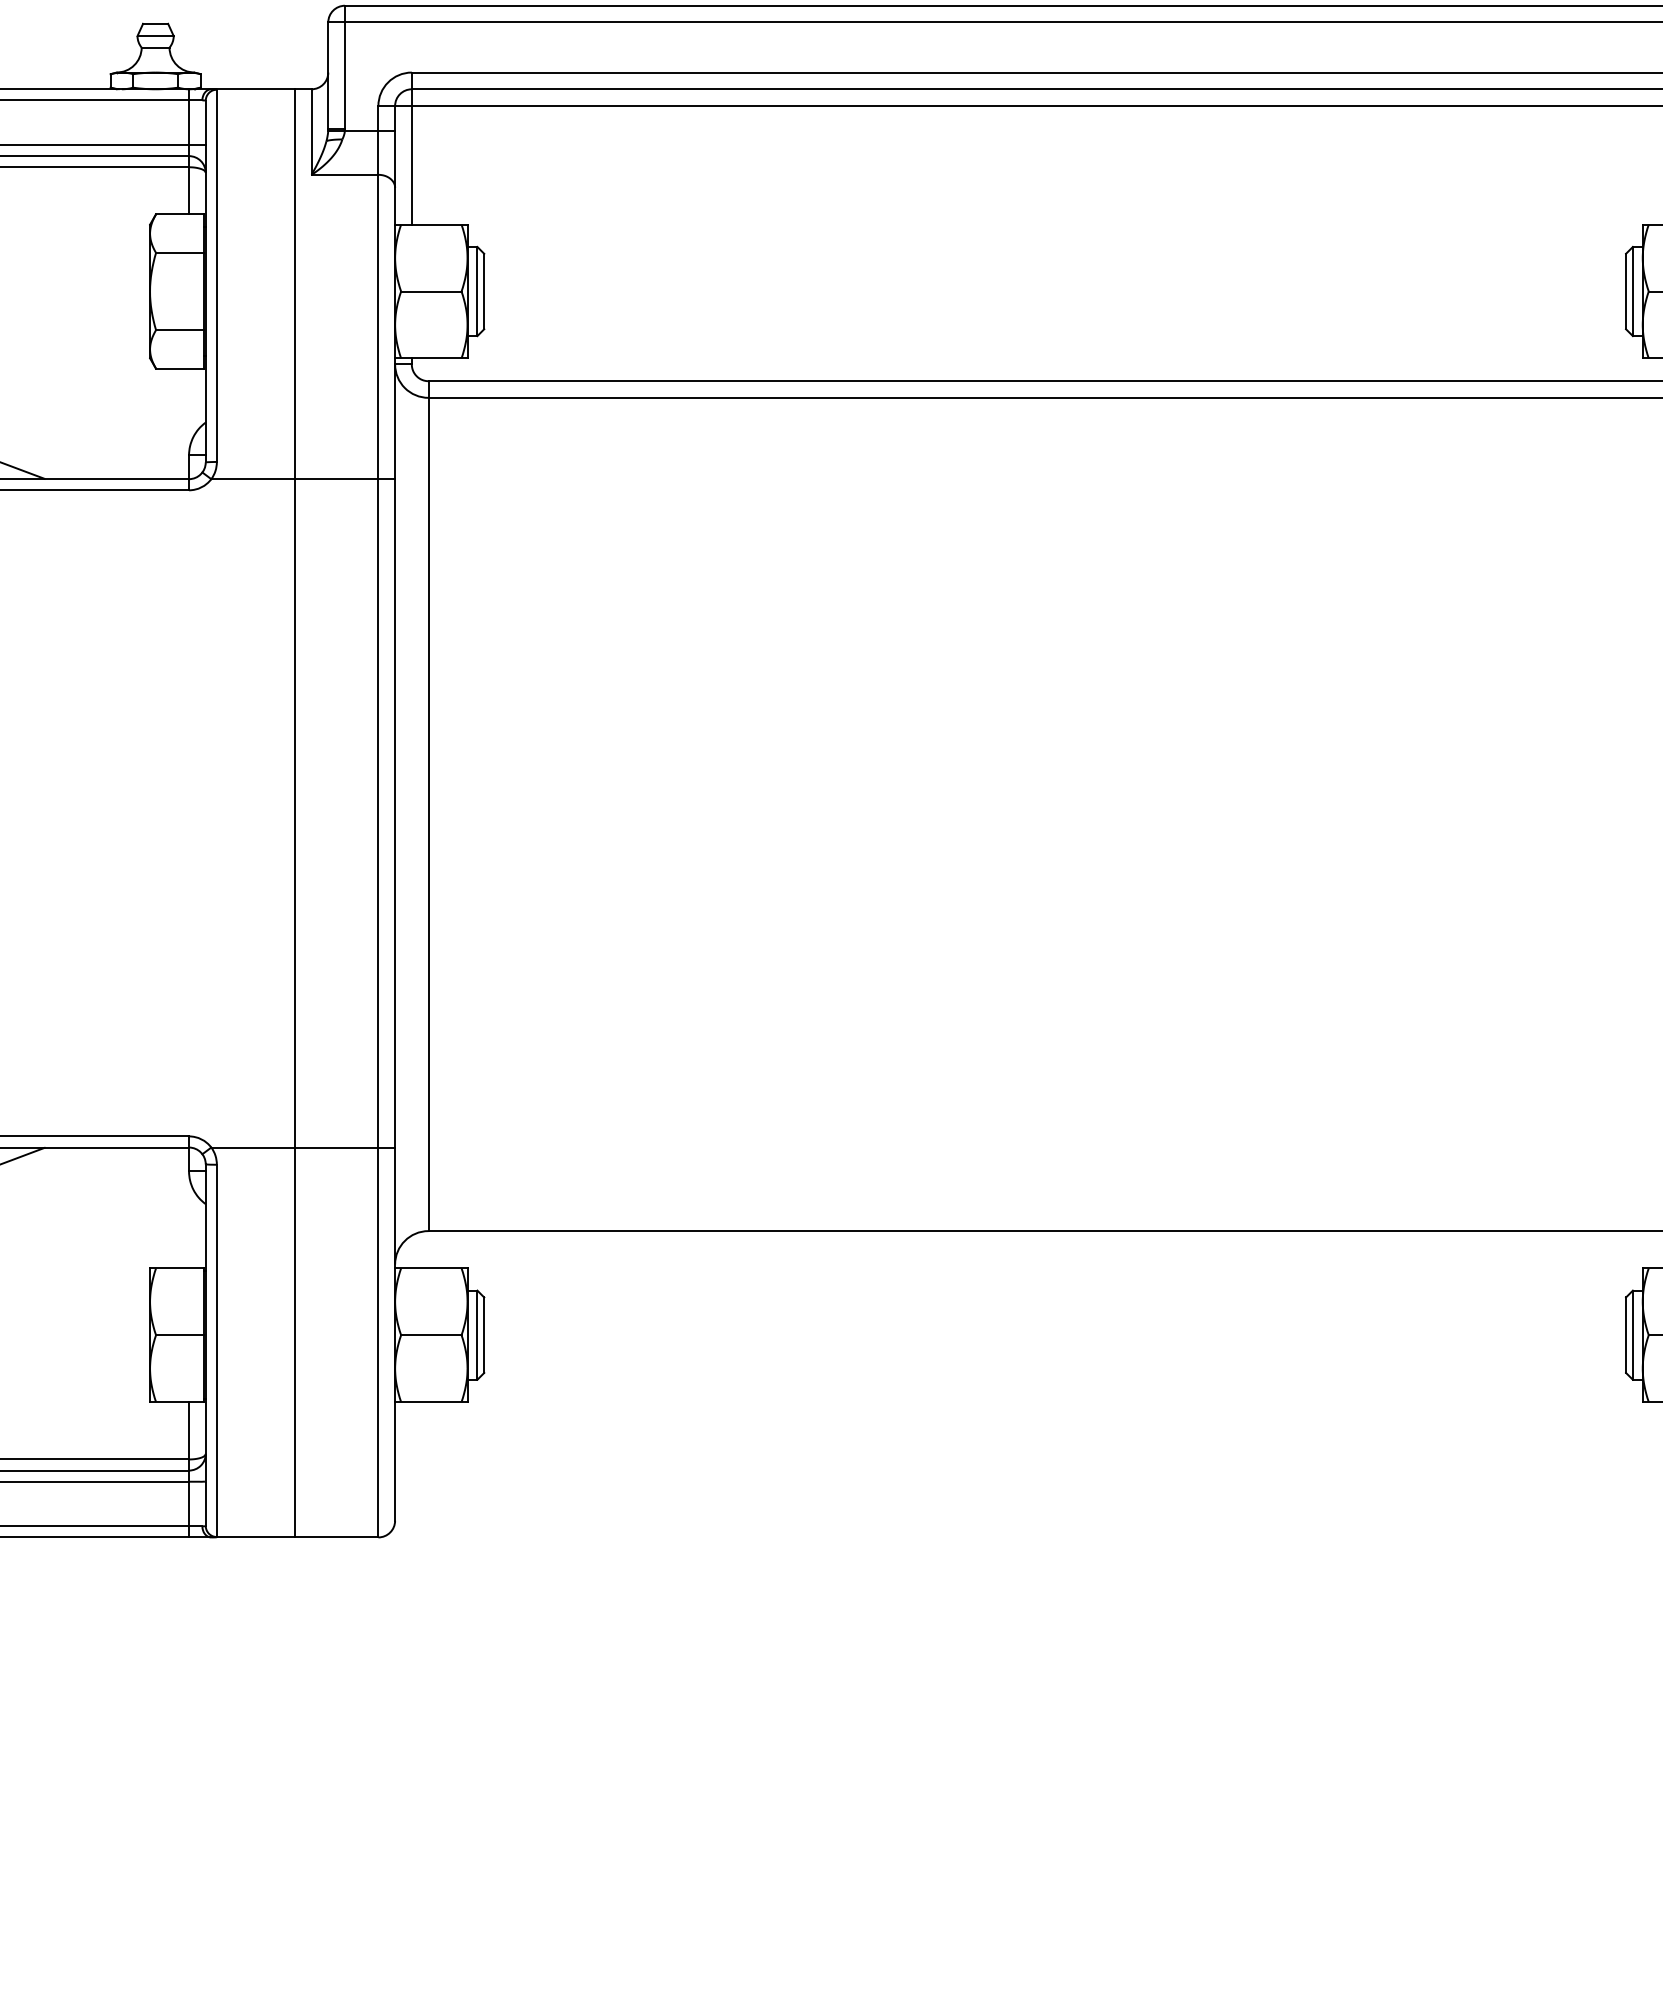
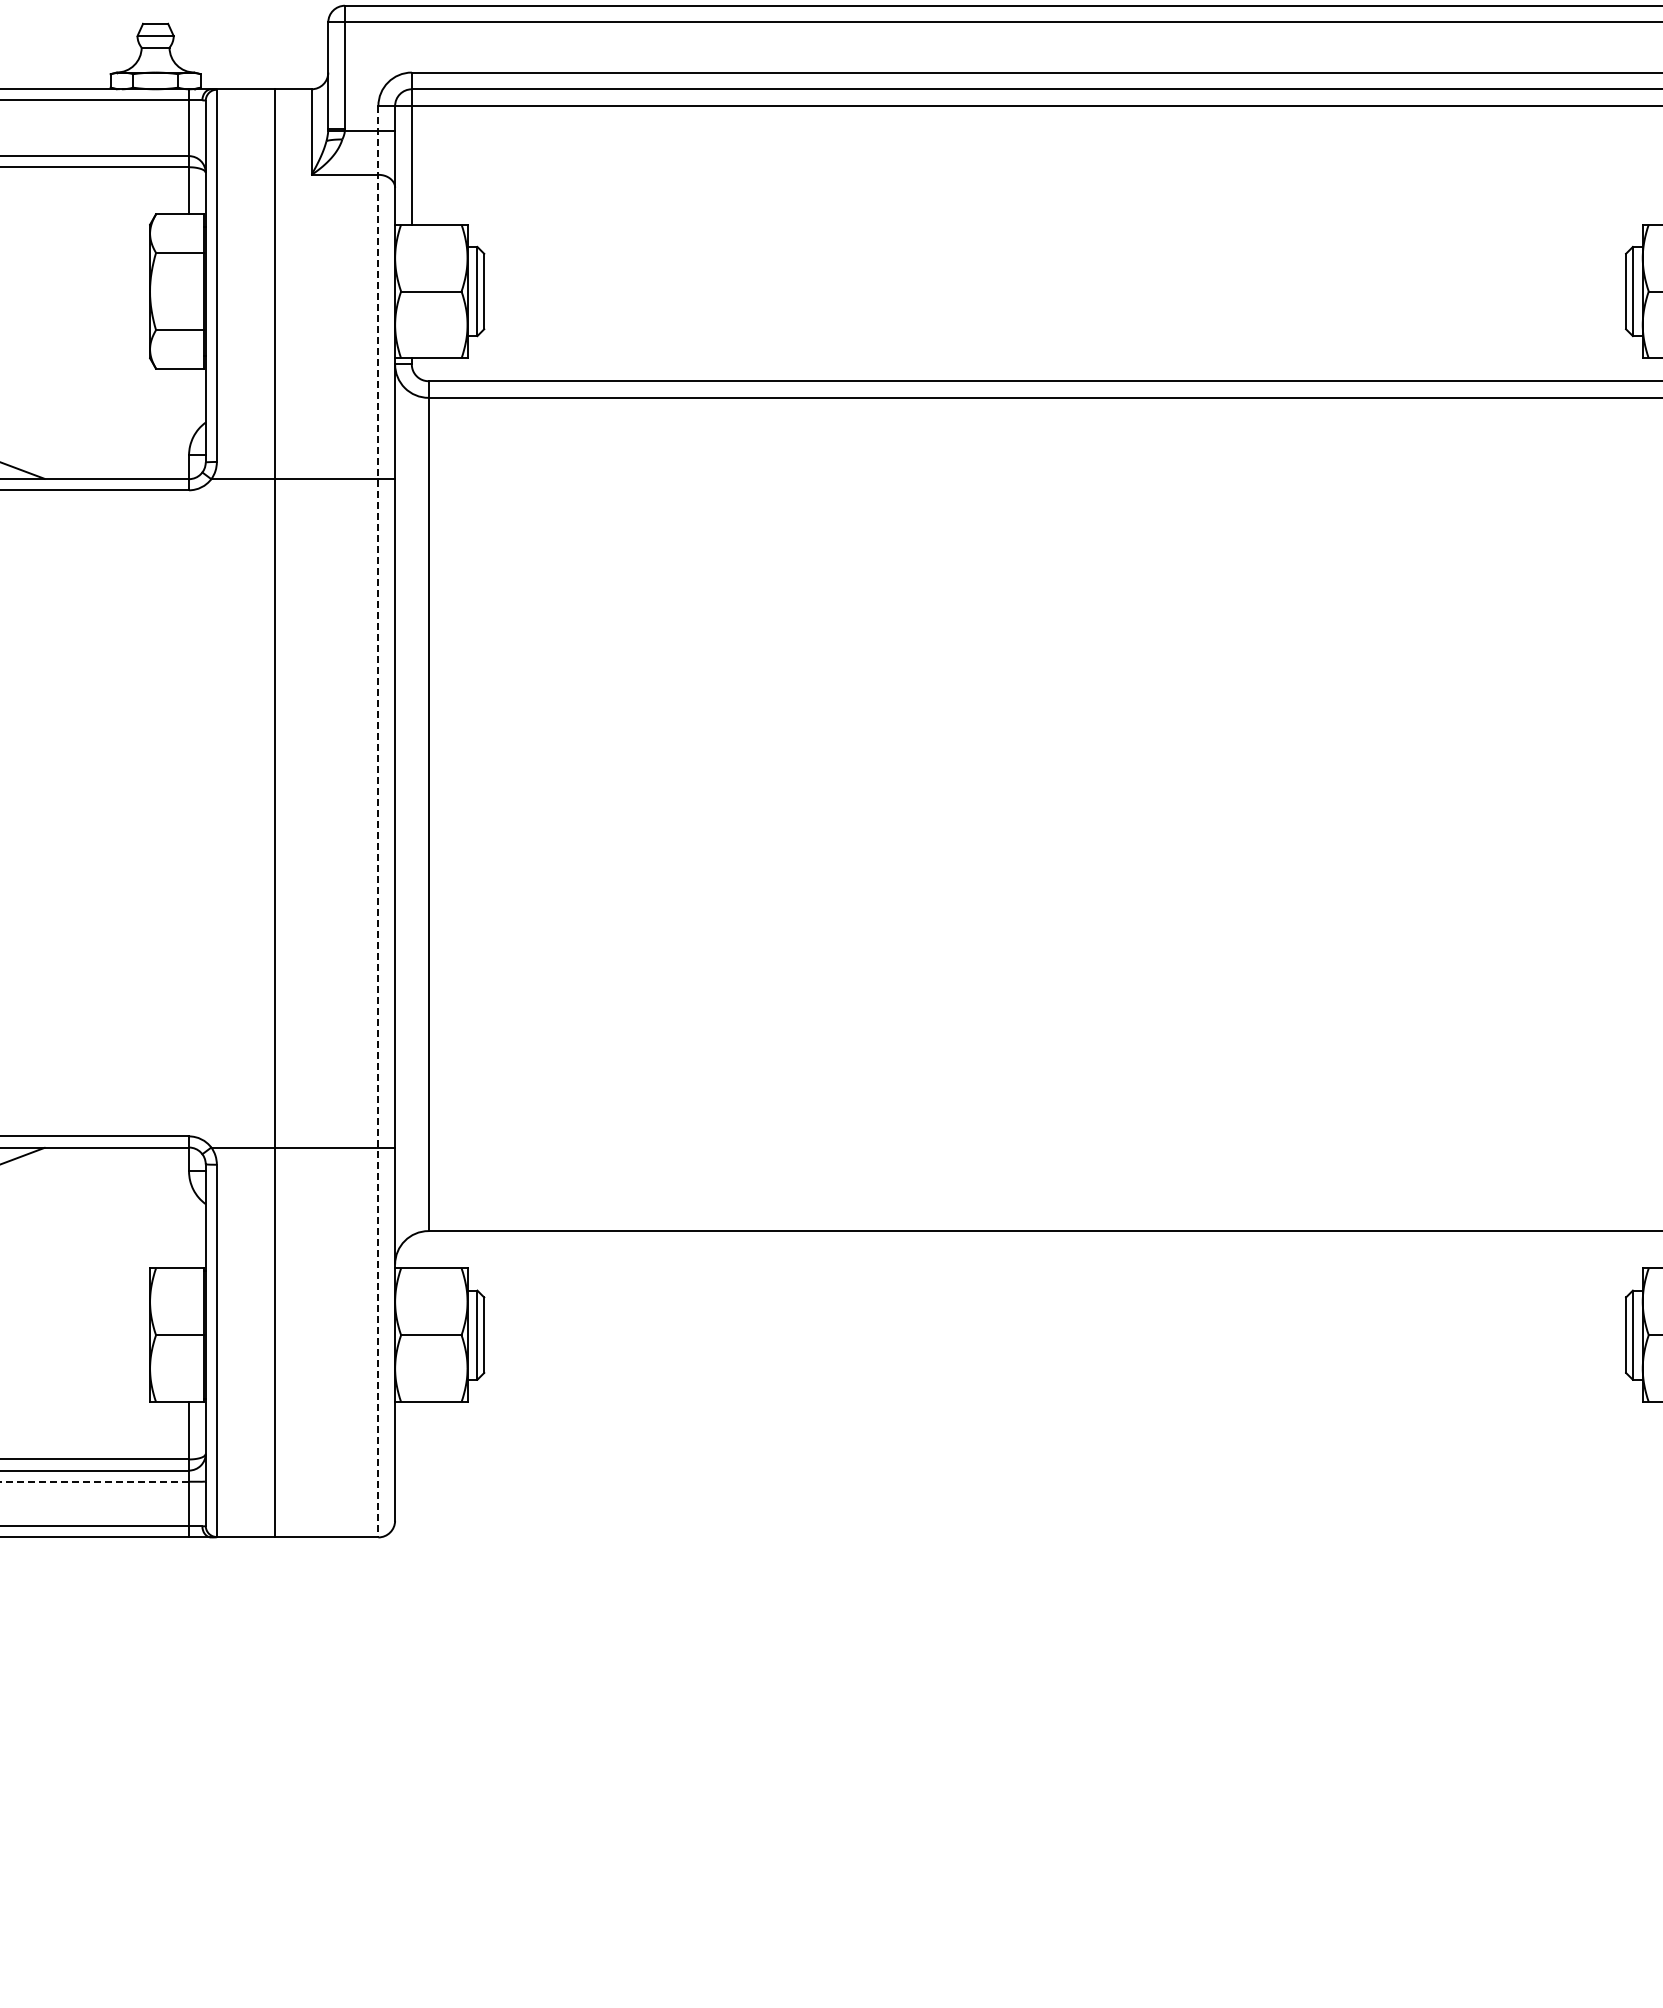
line at (103, 144): present -> none
line at (294, 813) position: (294, 813) -> (274, 813)
line at (378, 821): solid -> dashed
line at (94, 1481): solid -> dashed
